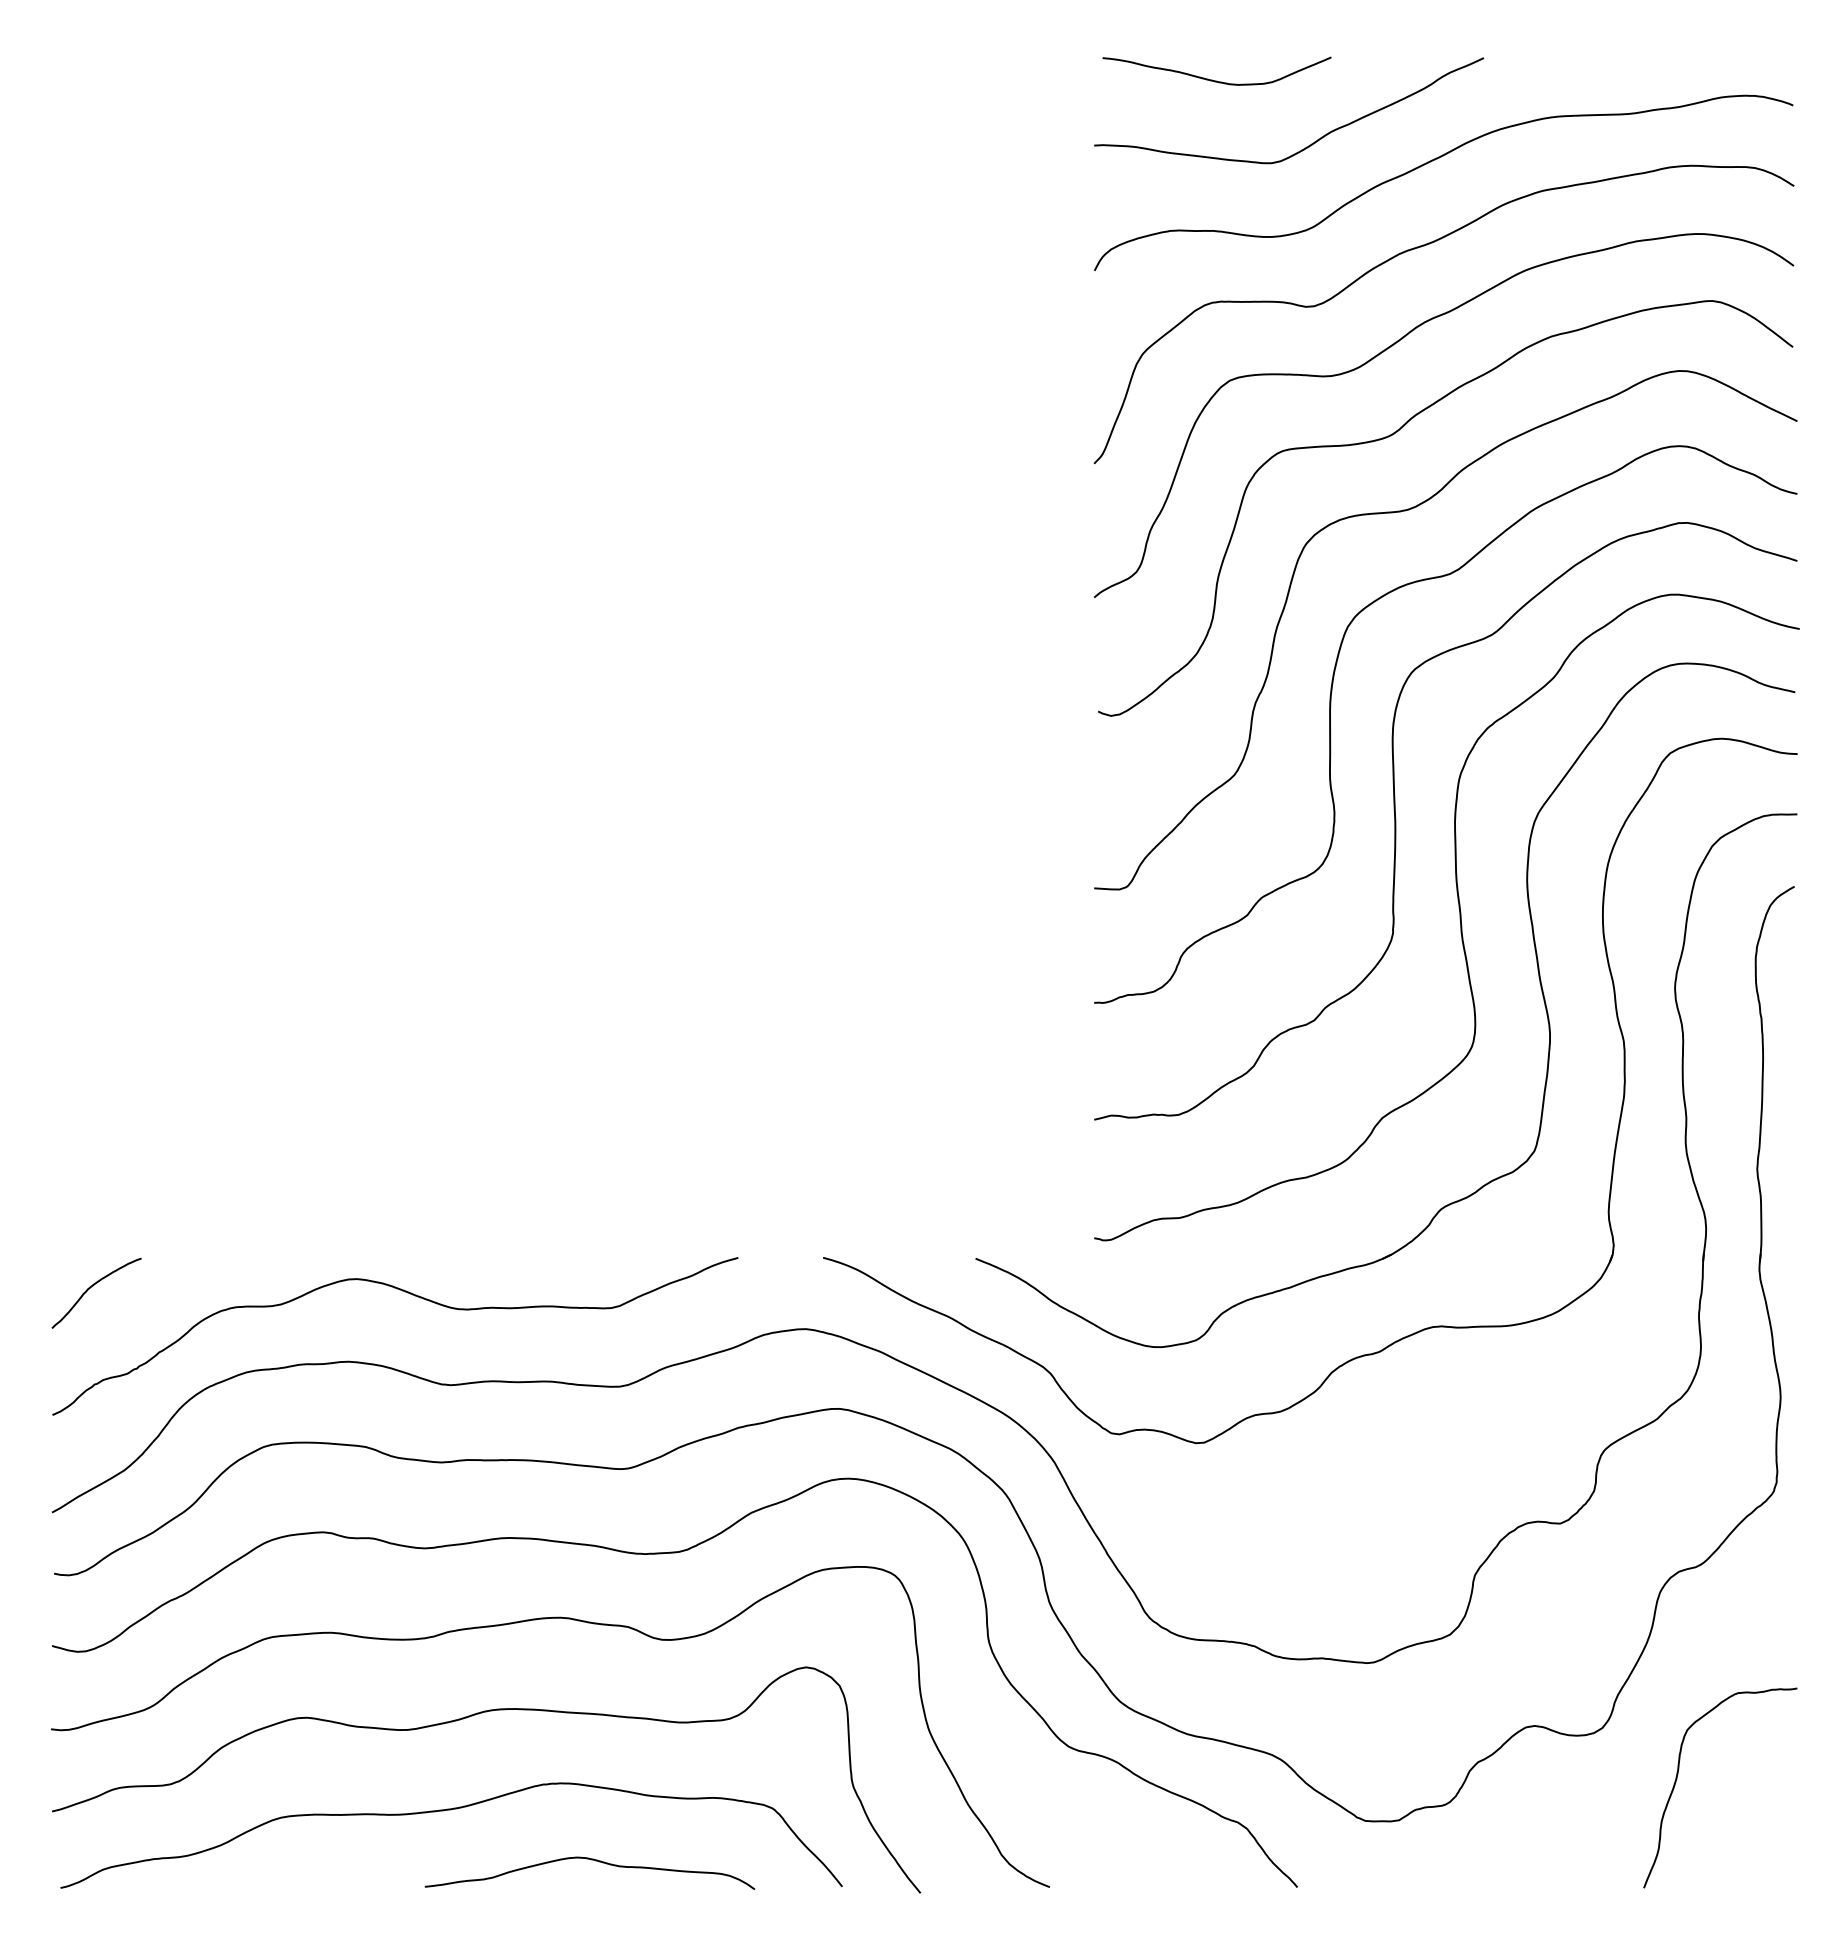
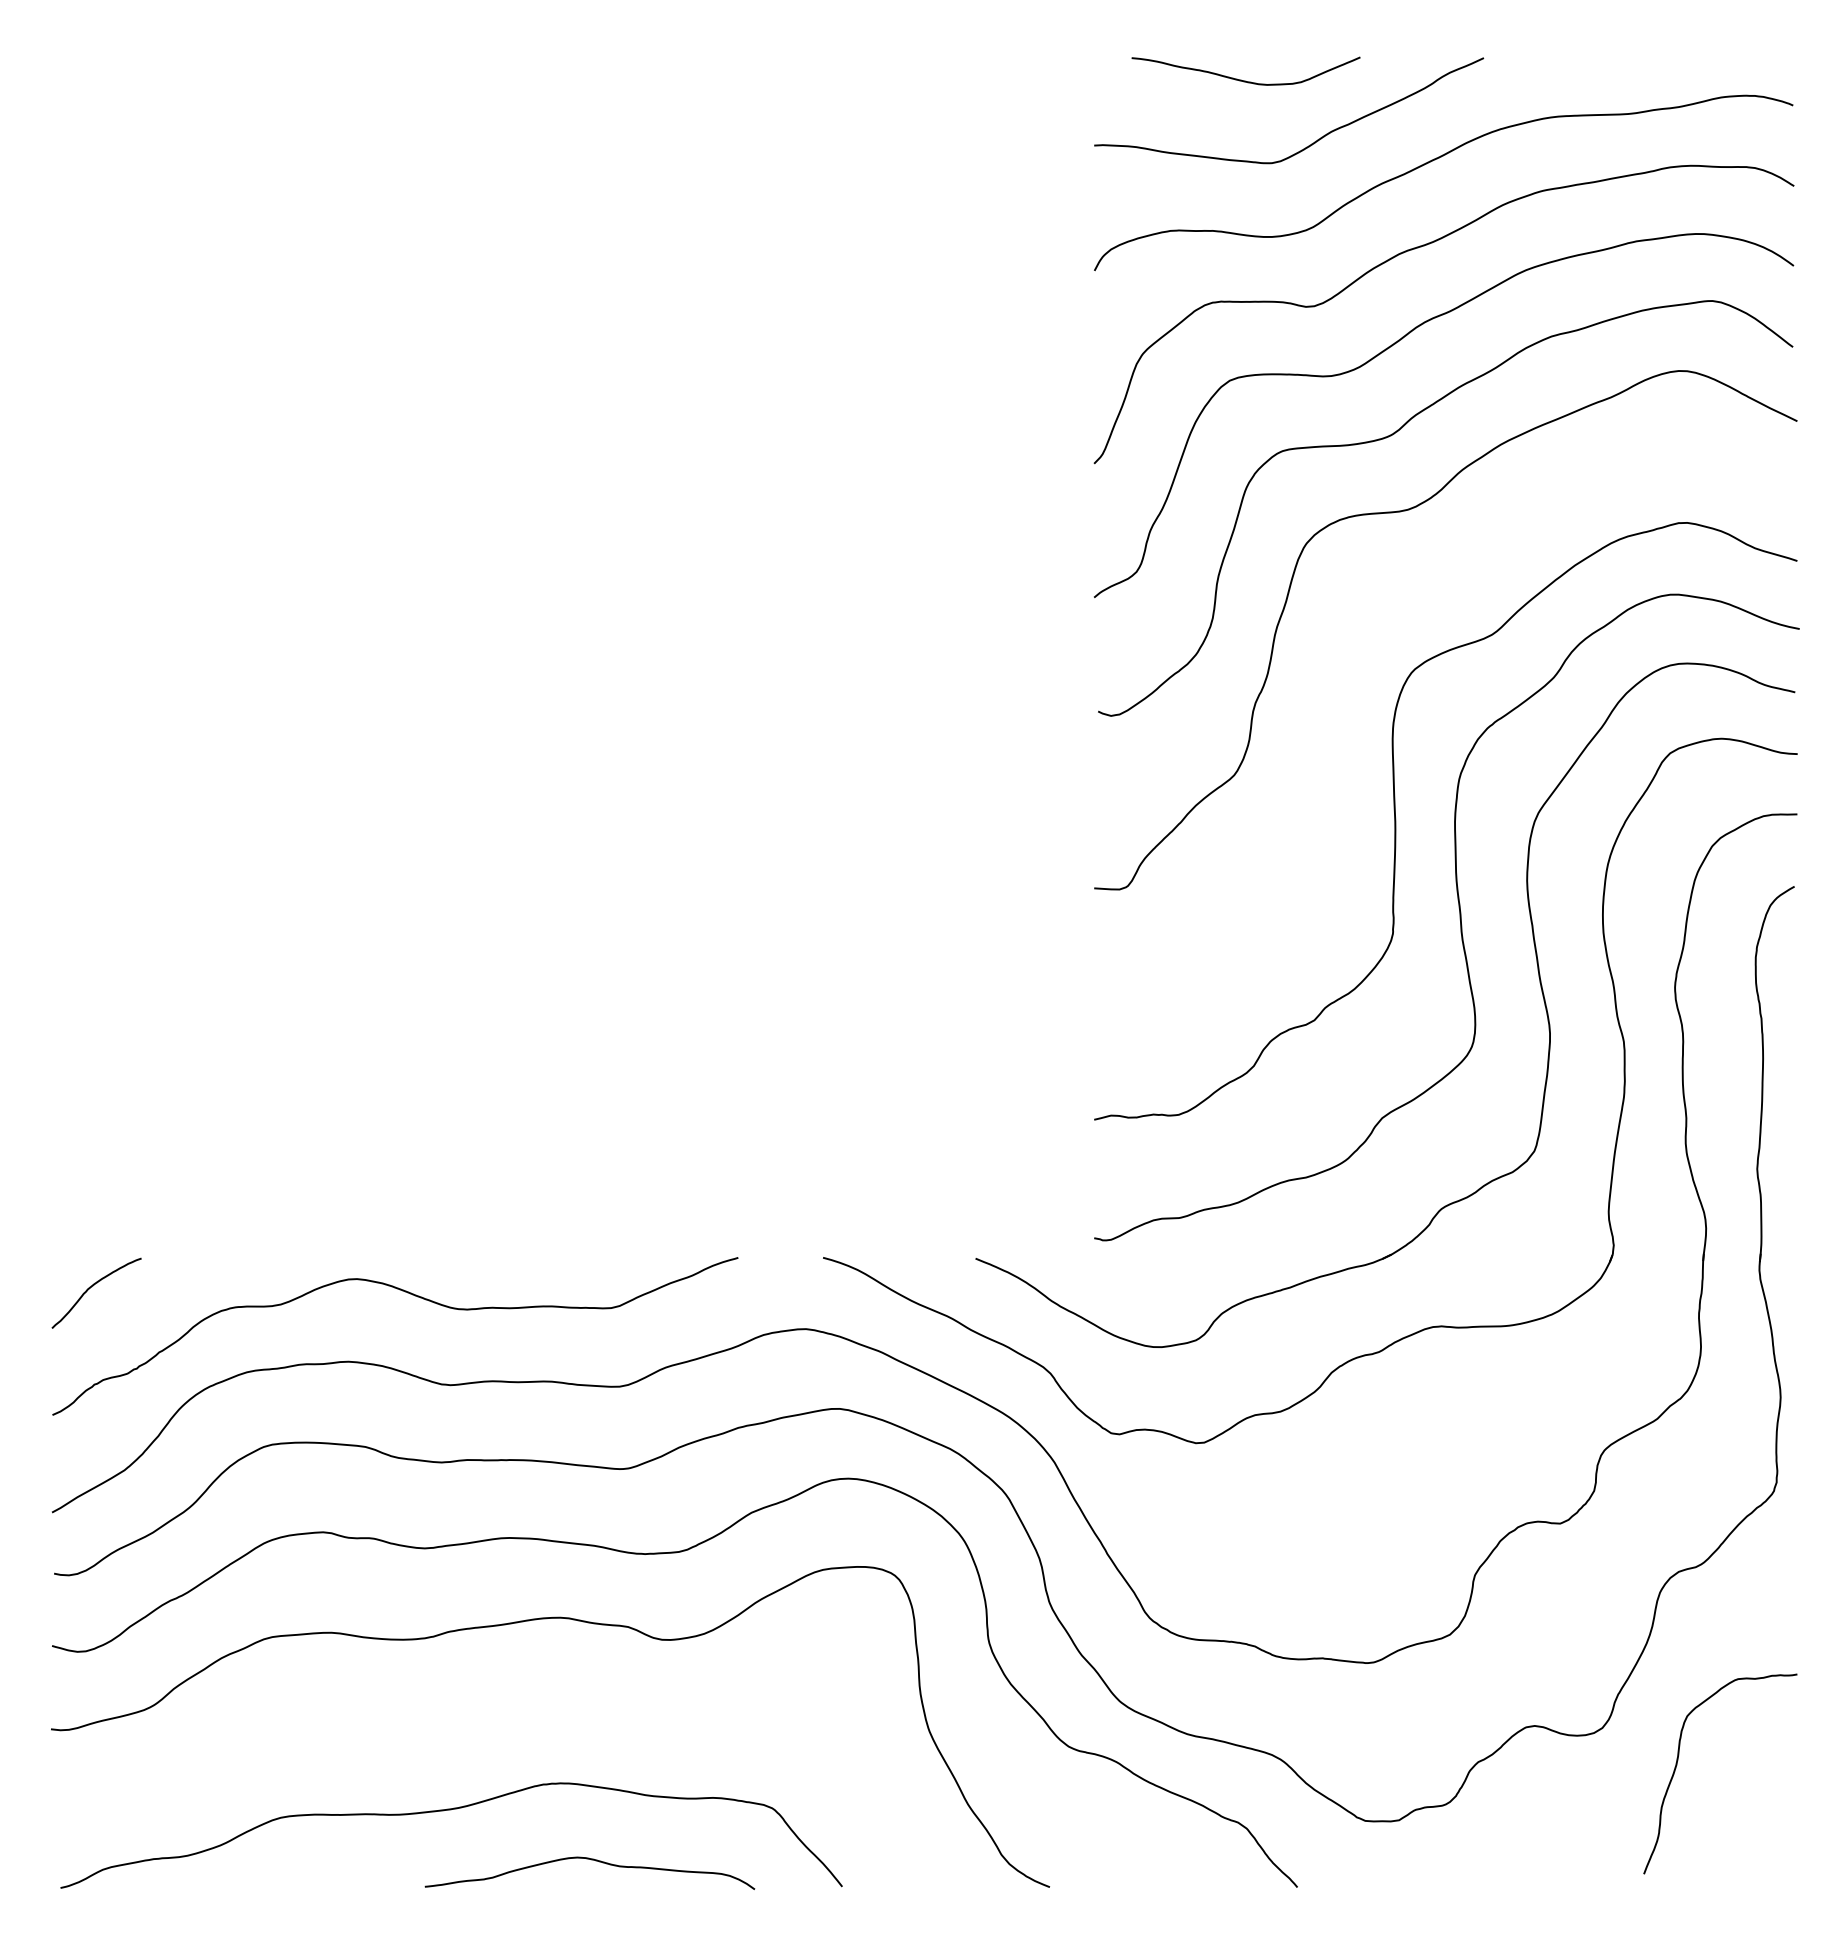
curve at (1212, 79) position: (1212, 79) -> (1241, 79)
curve at (1330, 724): present -> none
curve at (466, 1718): present -> none
curve at (1677, 1779) position: (1677, 1779) -> (1677, 1765)
